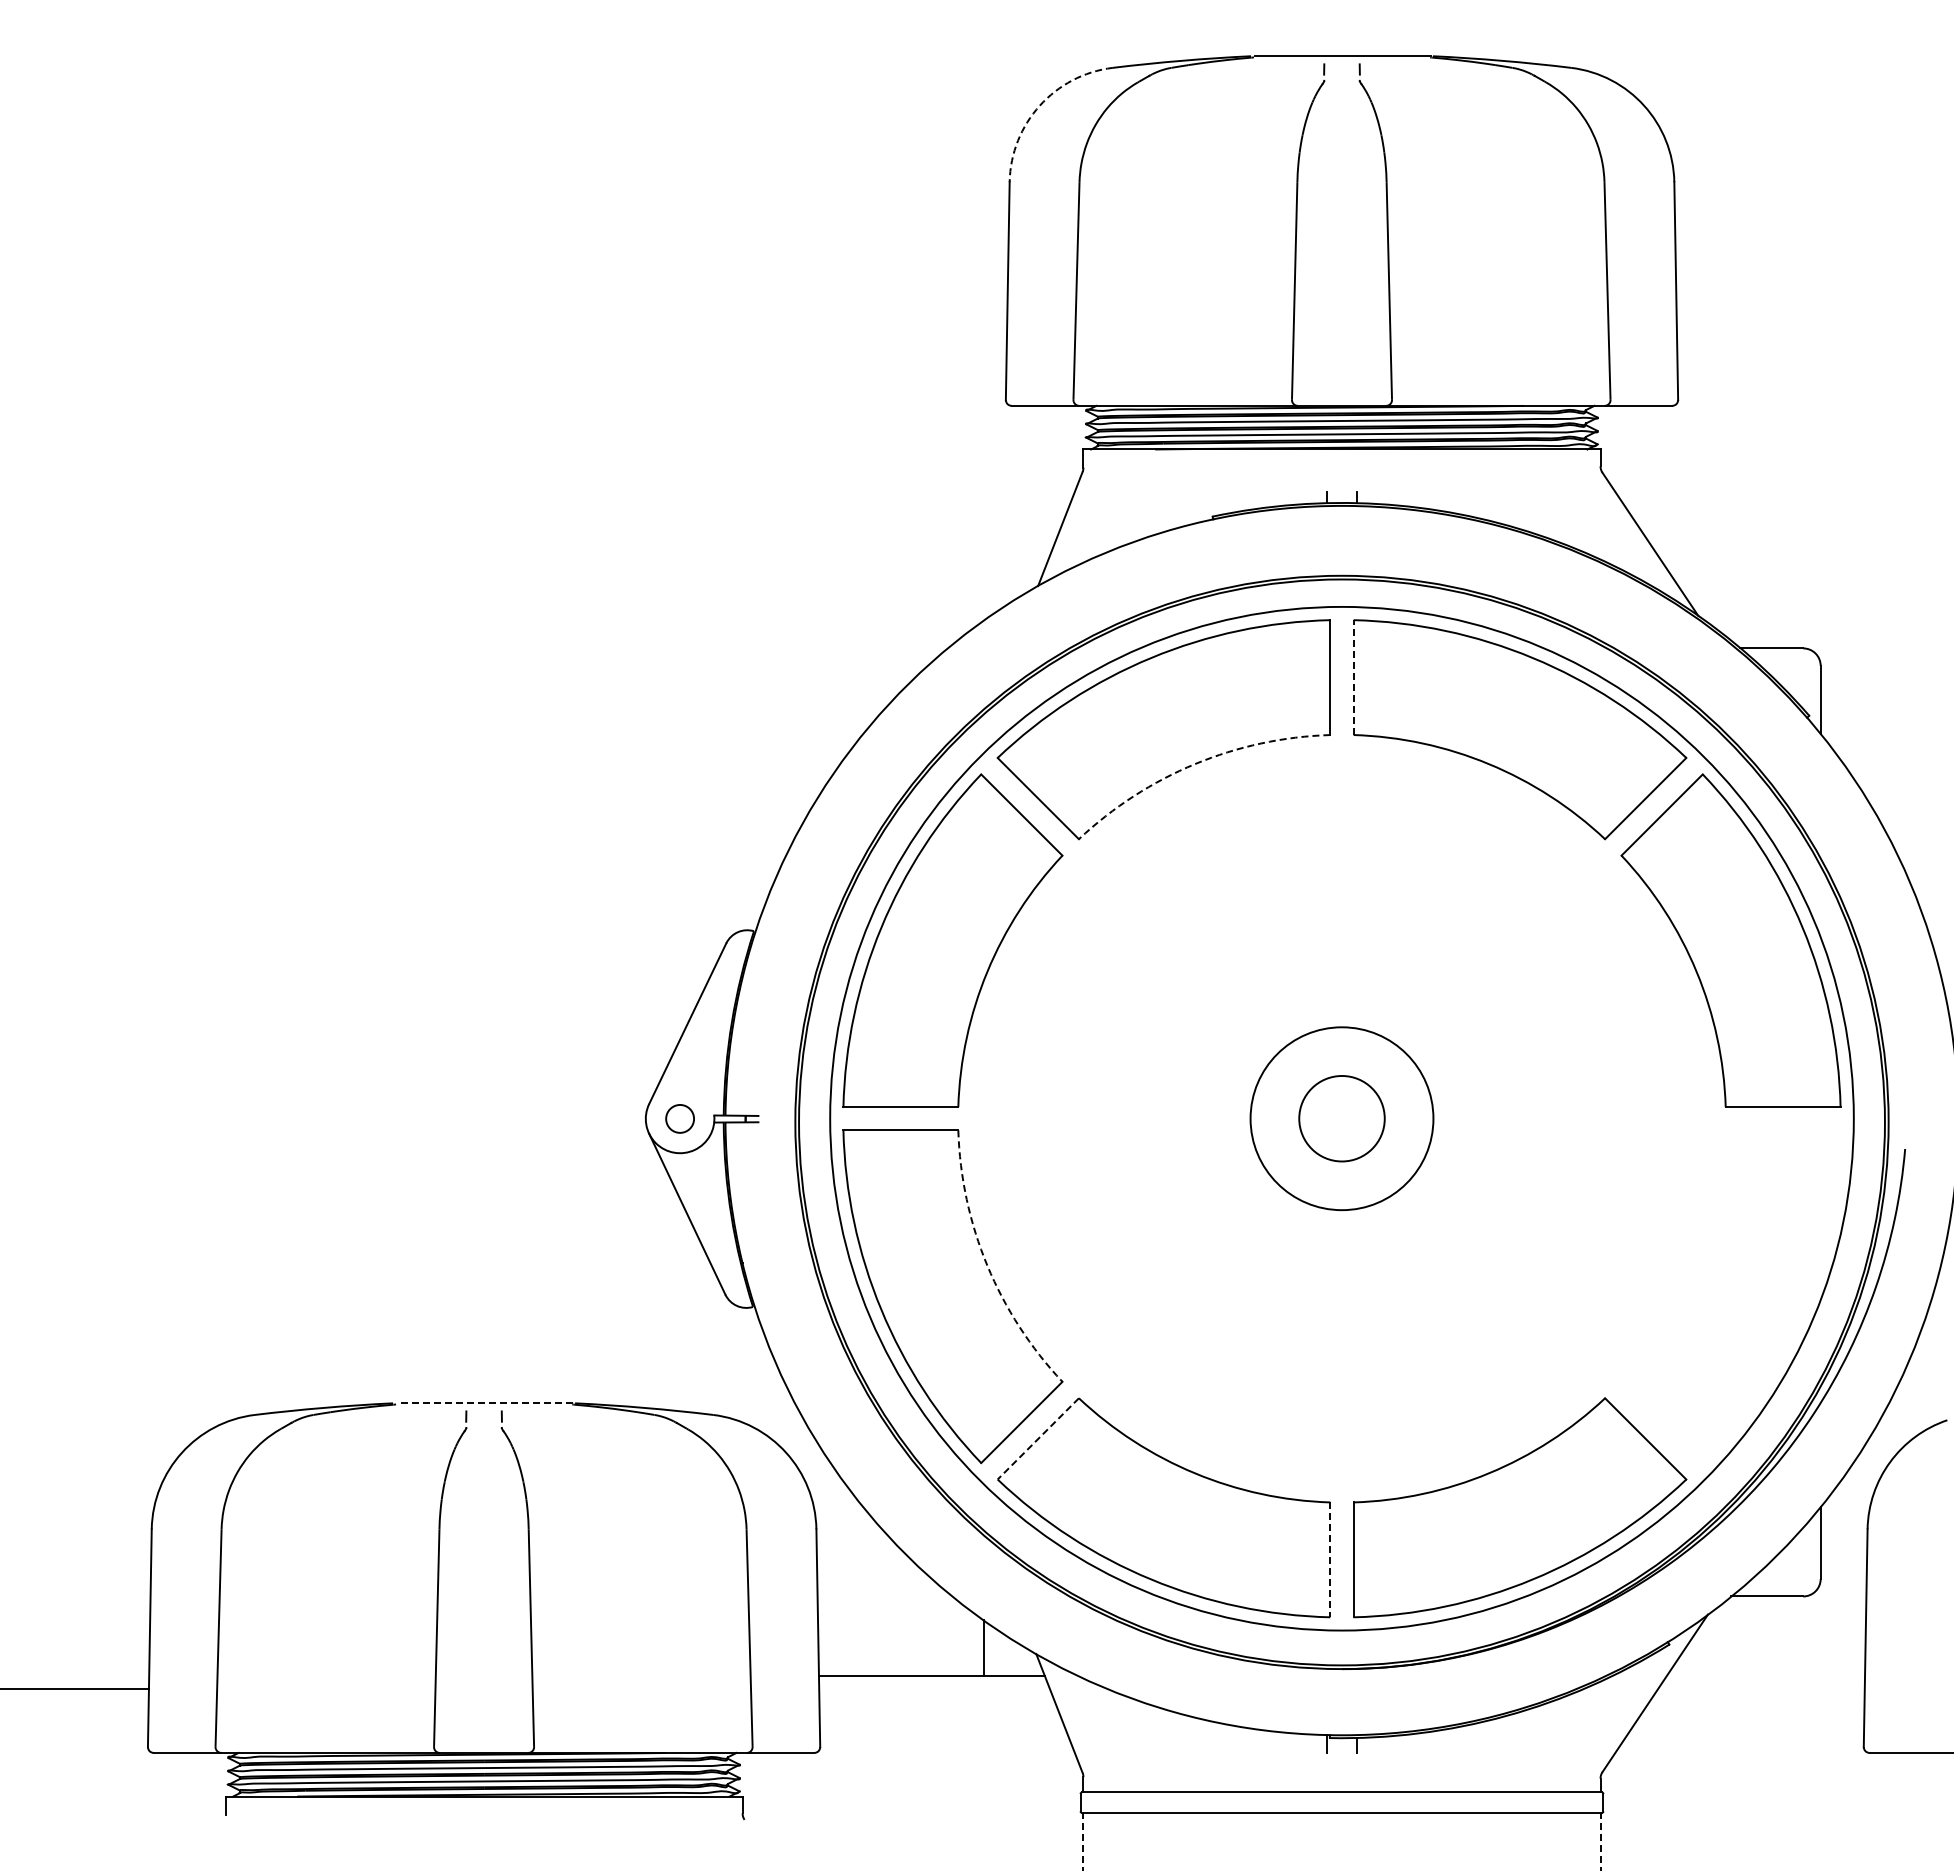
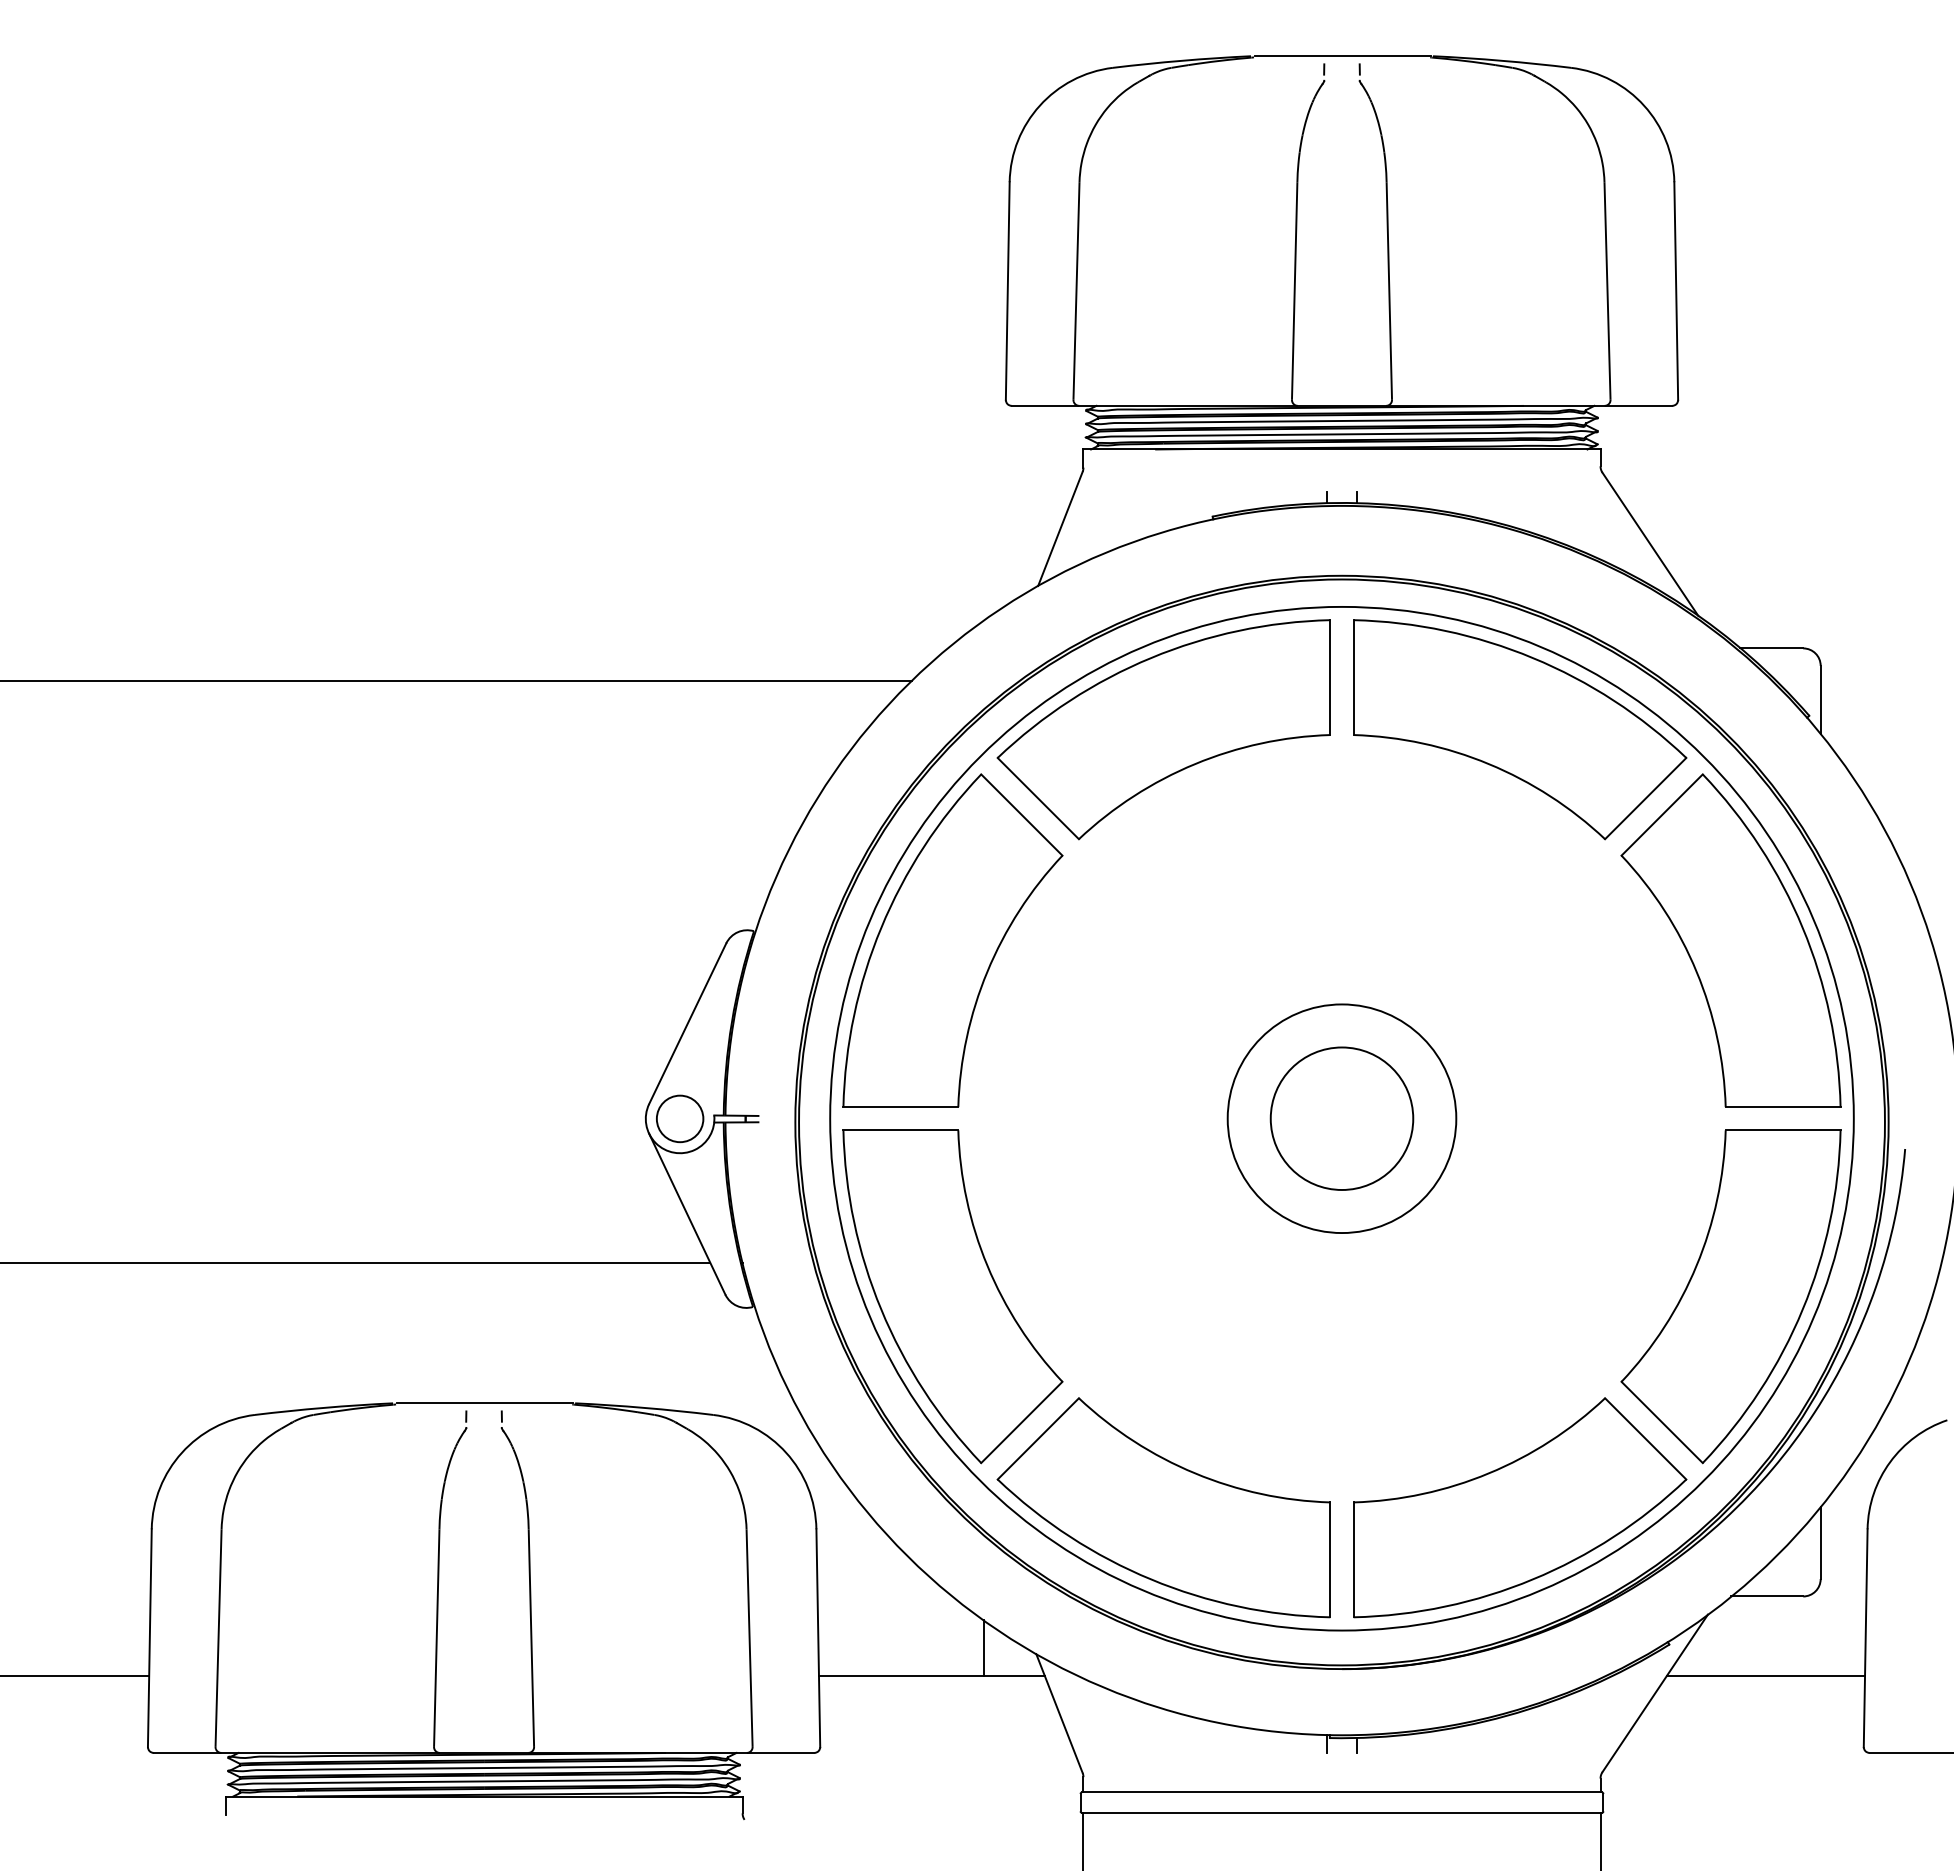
arc at (1039, 105): dashed -> solid
line at (1353, 677): dashed -> solid
line at (456, 680): none -> present
arc at (1195, 764): dashed -> solid
circle at (680, 1118) diameter: 28 px -> 47 px
circle at (1341, 1118) diameter: 183 px -> 229 px
circle at (1341, 1118) diameter: 86 px -> 143 px
line at (356, 1262): none -> present
arc at (987, 1265): dashed -> solid
part at (1730, 1296): none -> present
line at (484, 1403): dashed -> solid
line at (1037, 1439): dashed -> solid
line at (1330, 1560): dashed -> solid
line at (1766, 1675): none -> present
line at (75, 1688) position: (75, 1688) -> (75, 1675)
line at (1083, 1841): dashed -> solid
line at (1600, 1841): dashed -> solid
